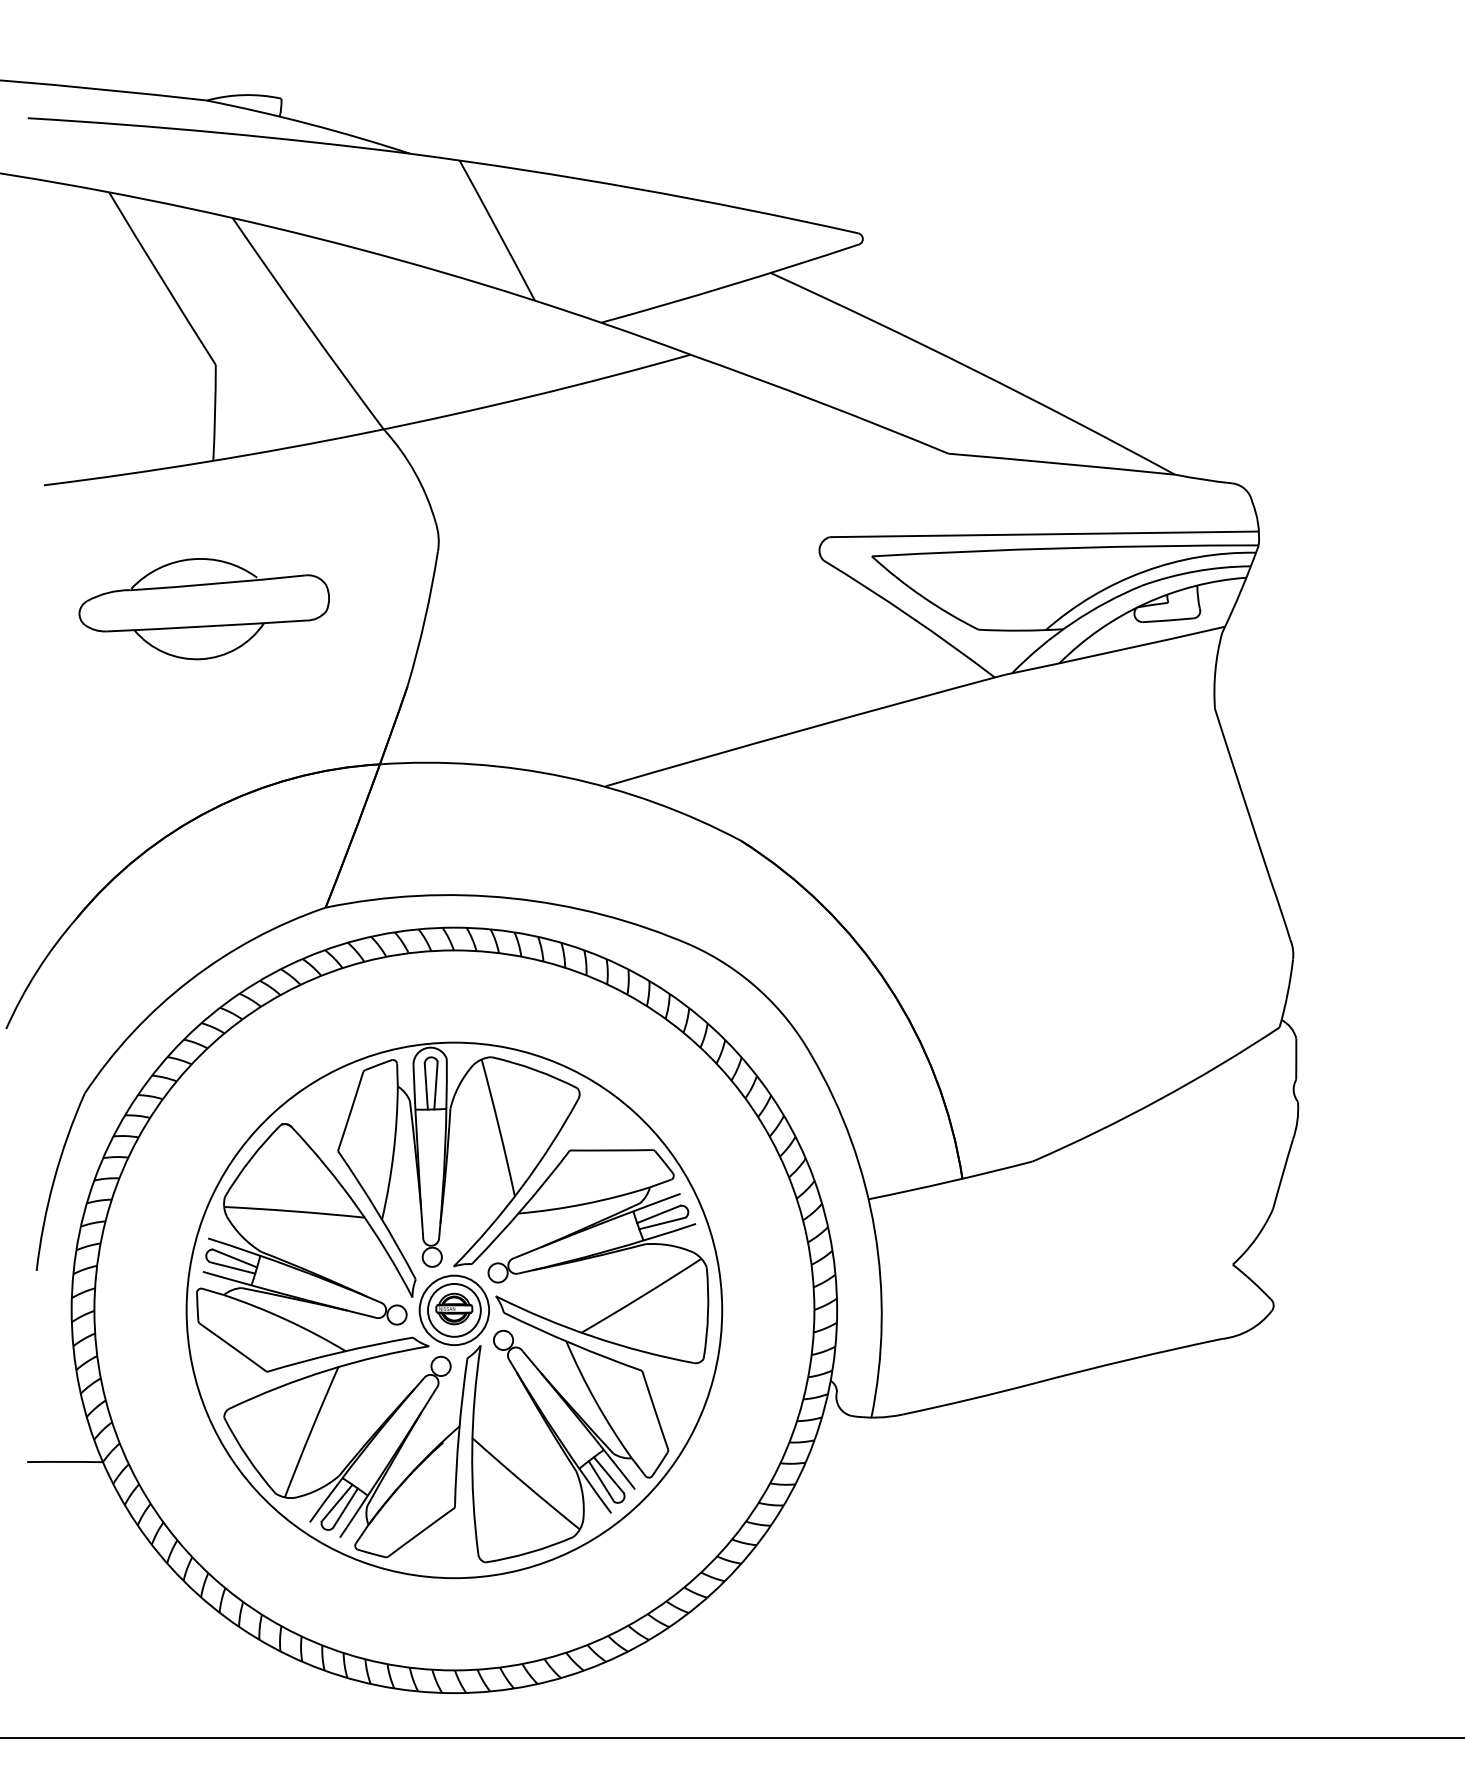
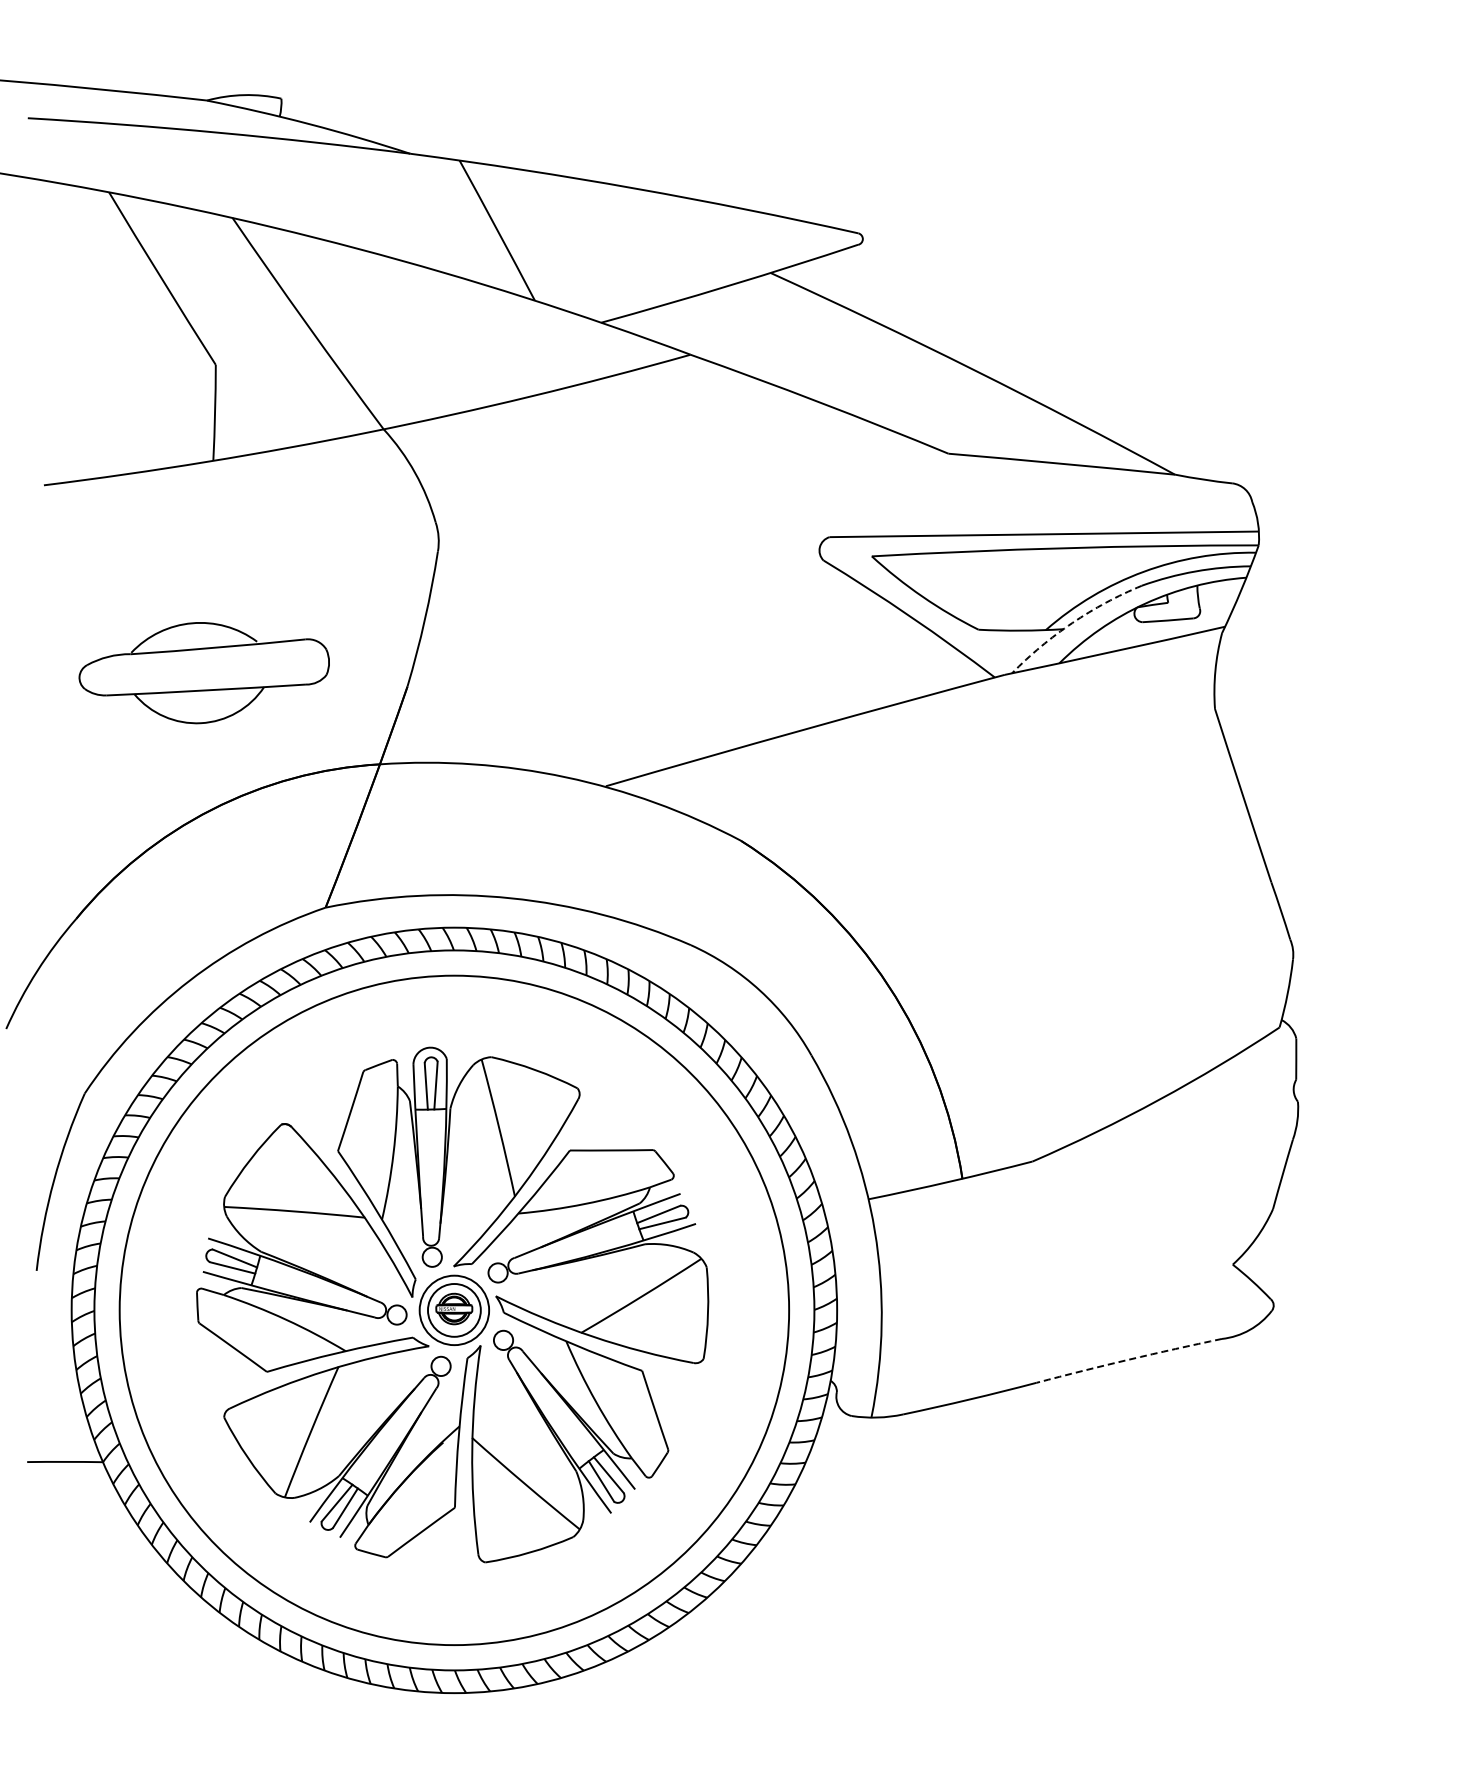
part at (203, 609) position: (203, 609) -> (203, 673)
arc at (1072, 623): solid -> dashed
circle at (454, 1310) diameter: 536 px -> 669 px
arc at (1129, 1359): solid -> dashed
line at (731, 1738): present -> none
